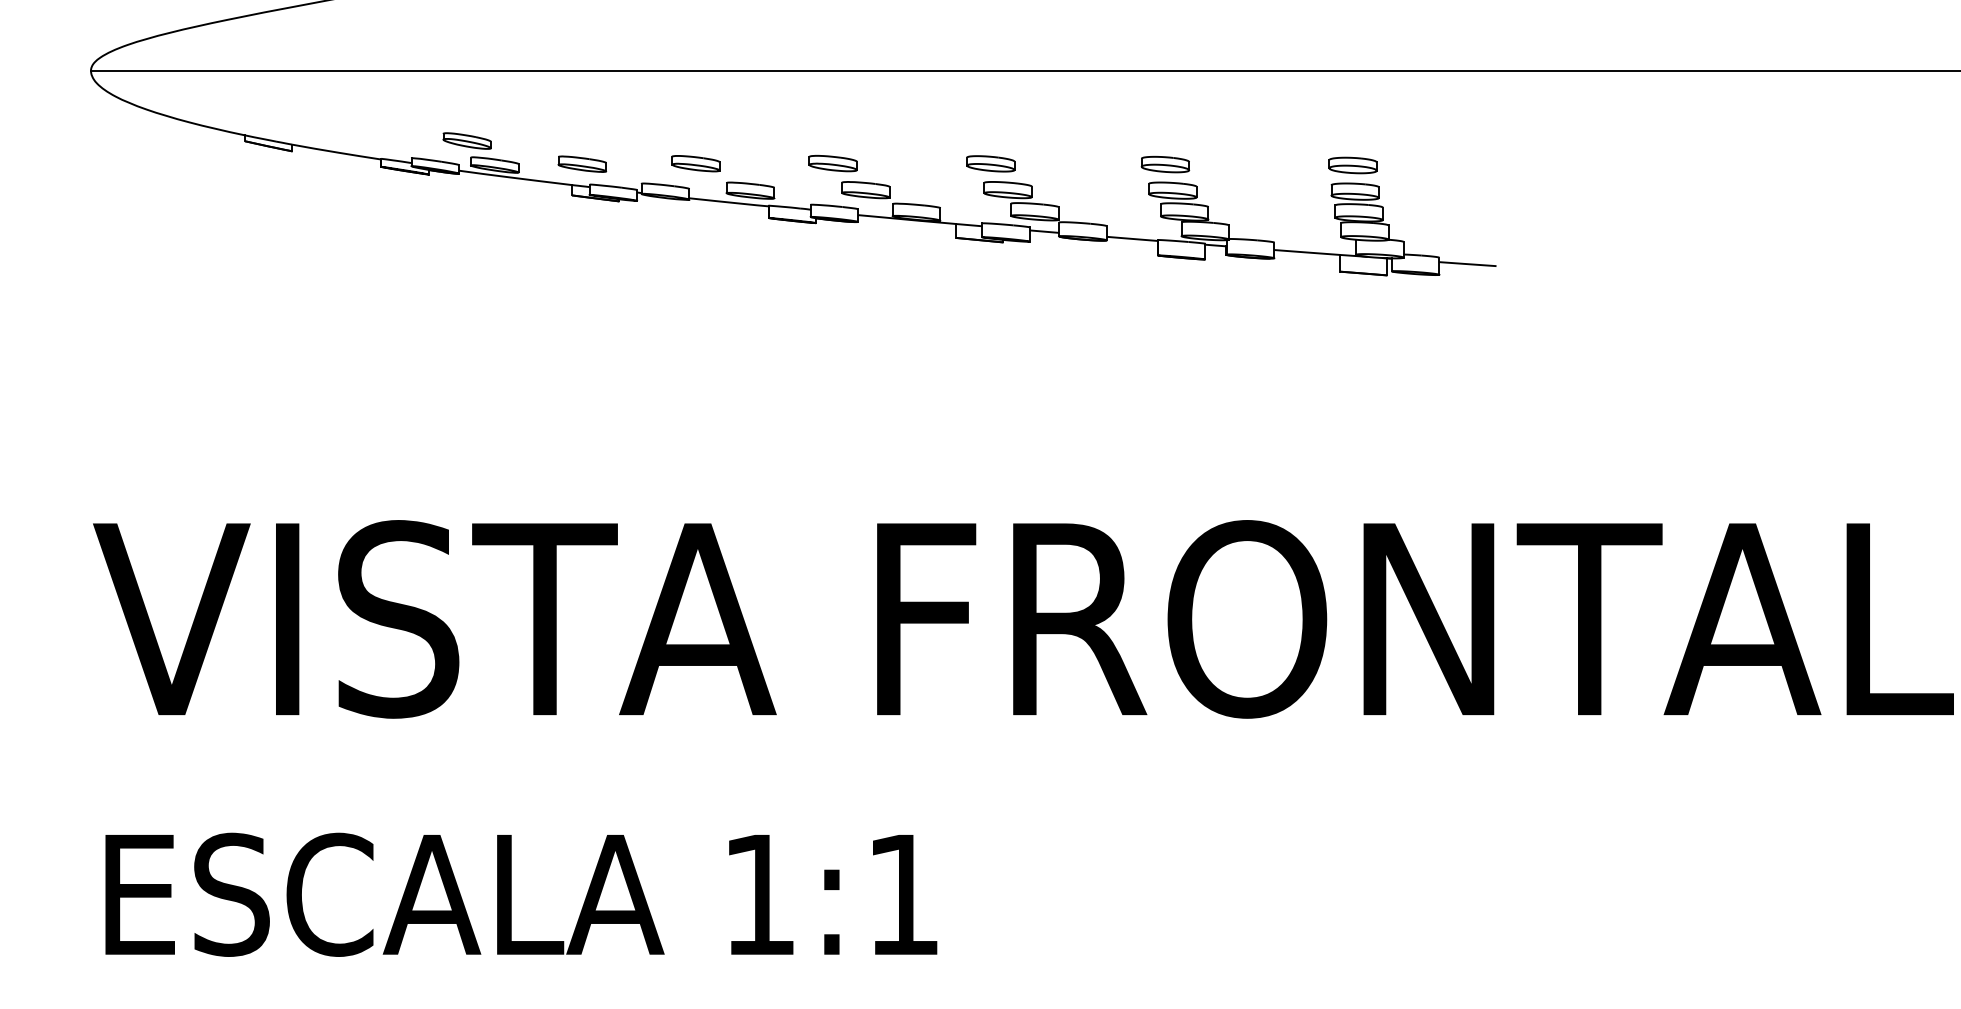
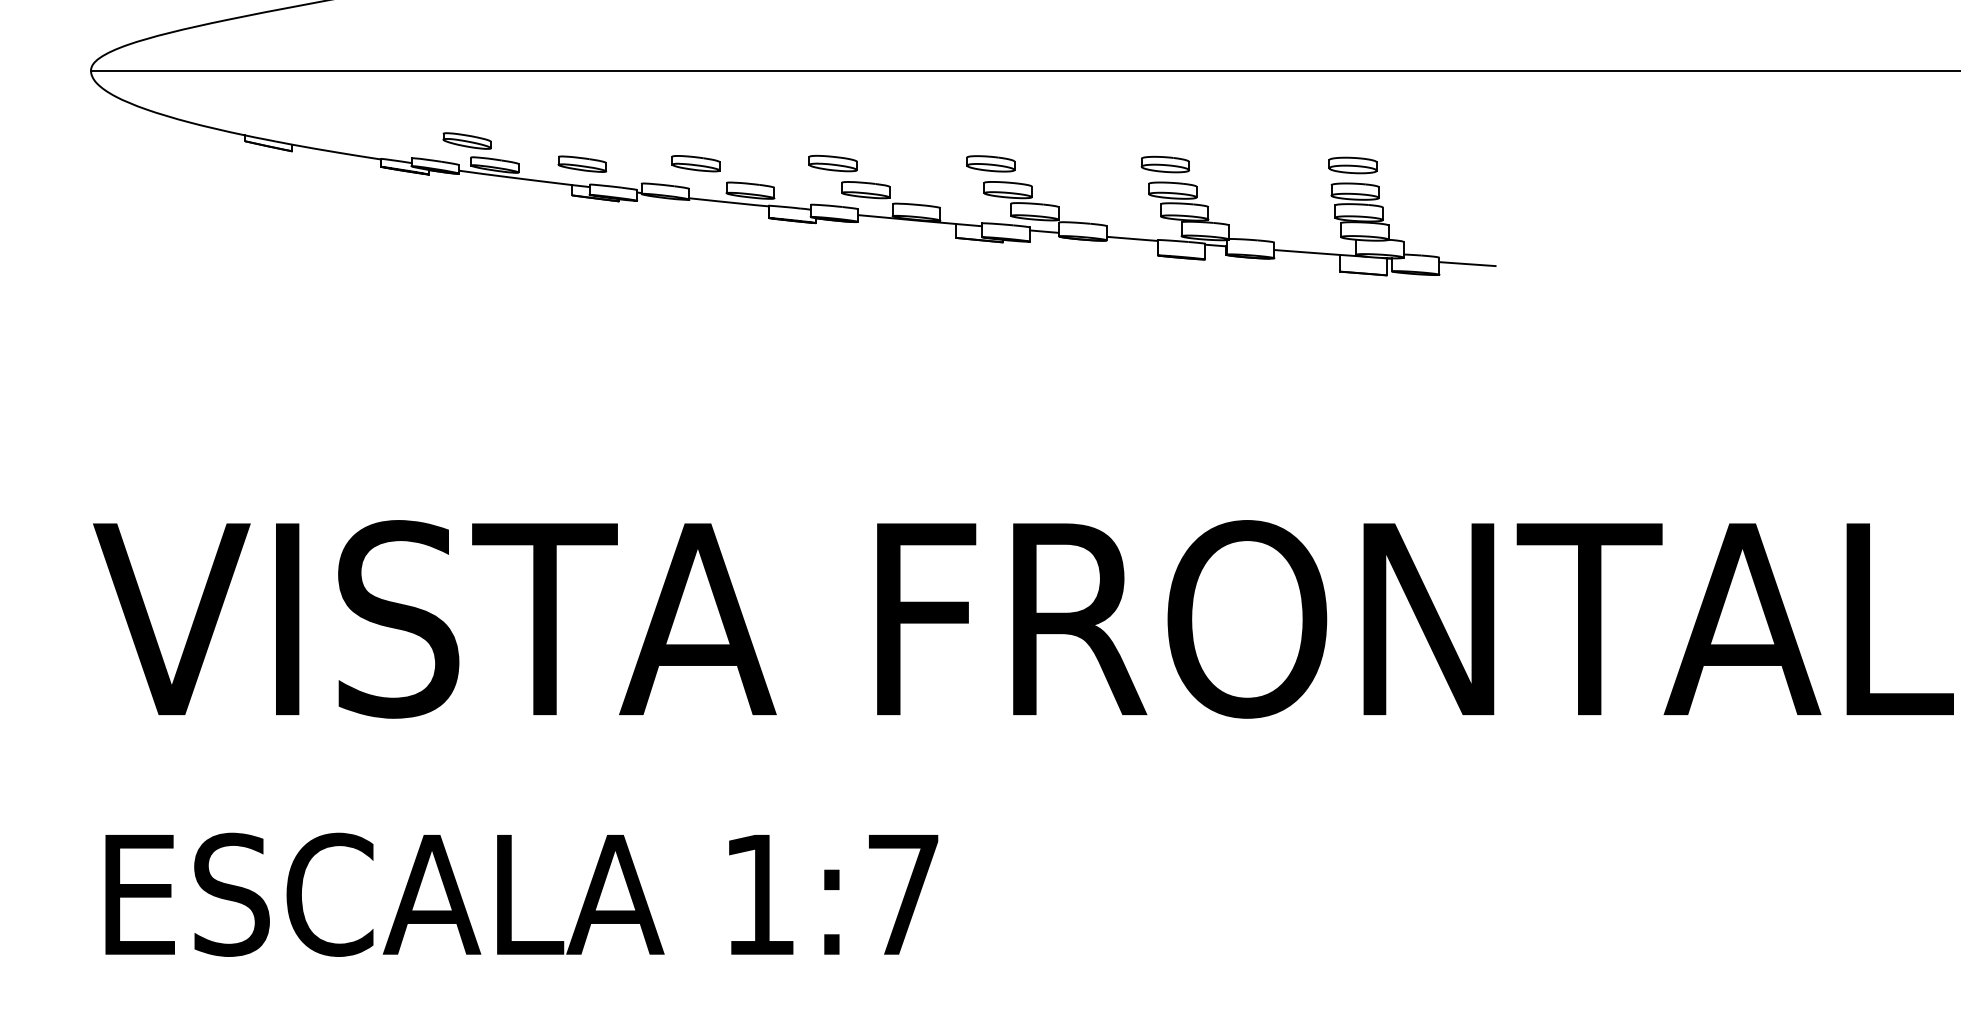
text at (903, 894): 1:1 -> 1:7
